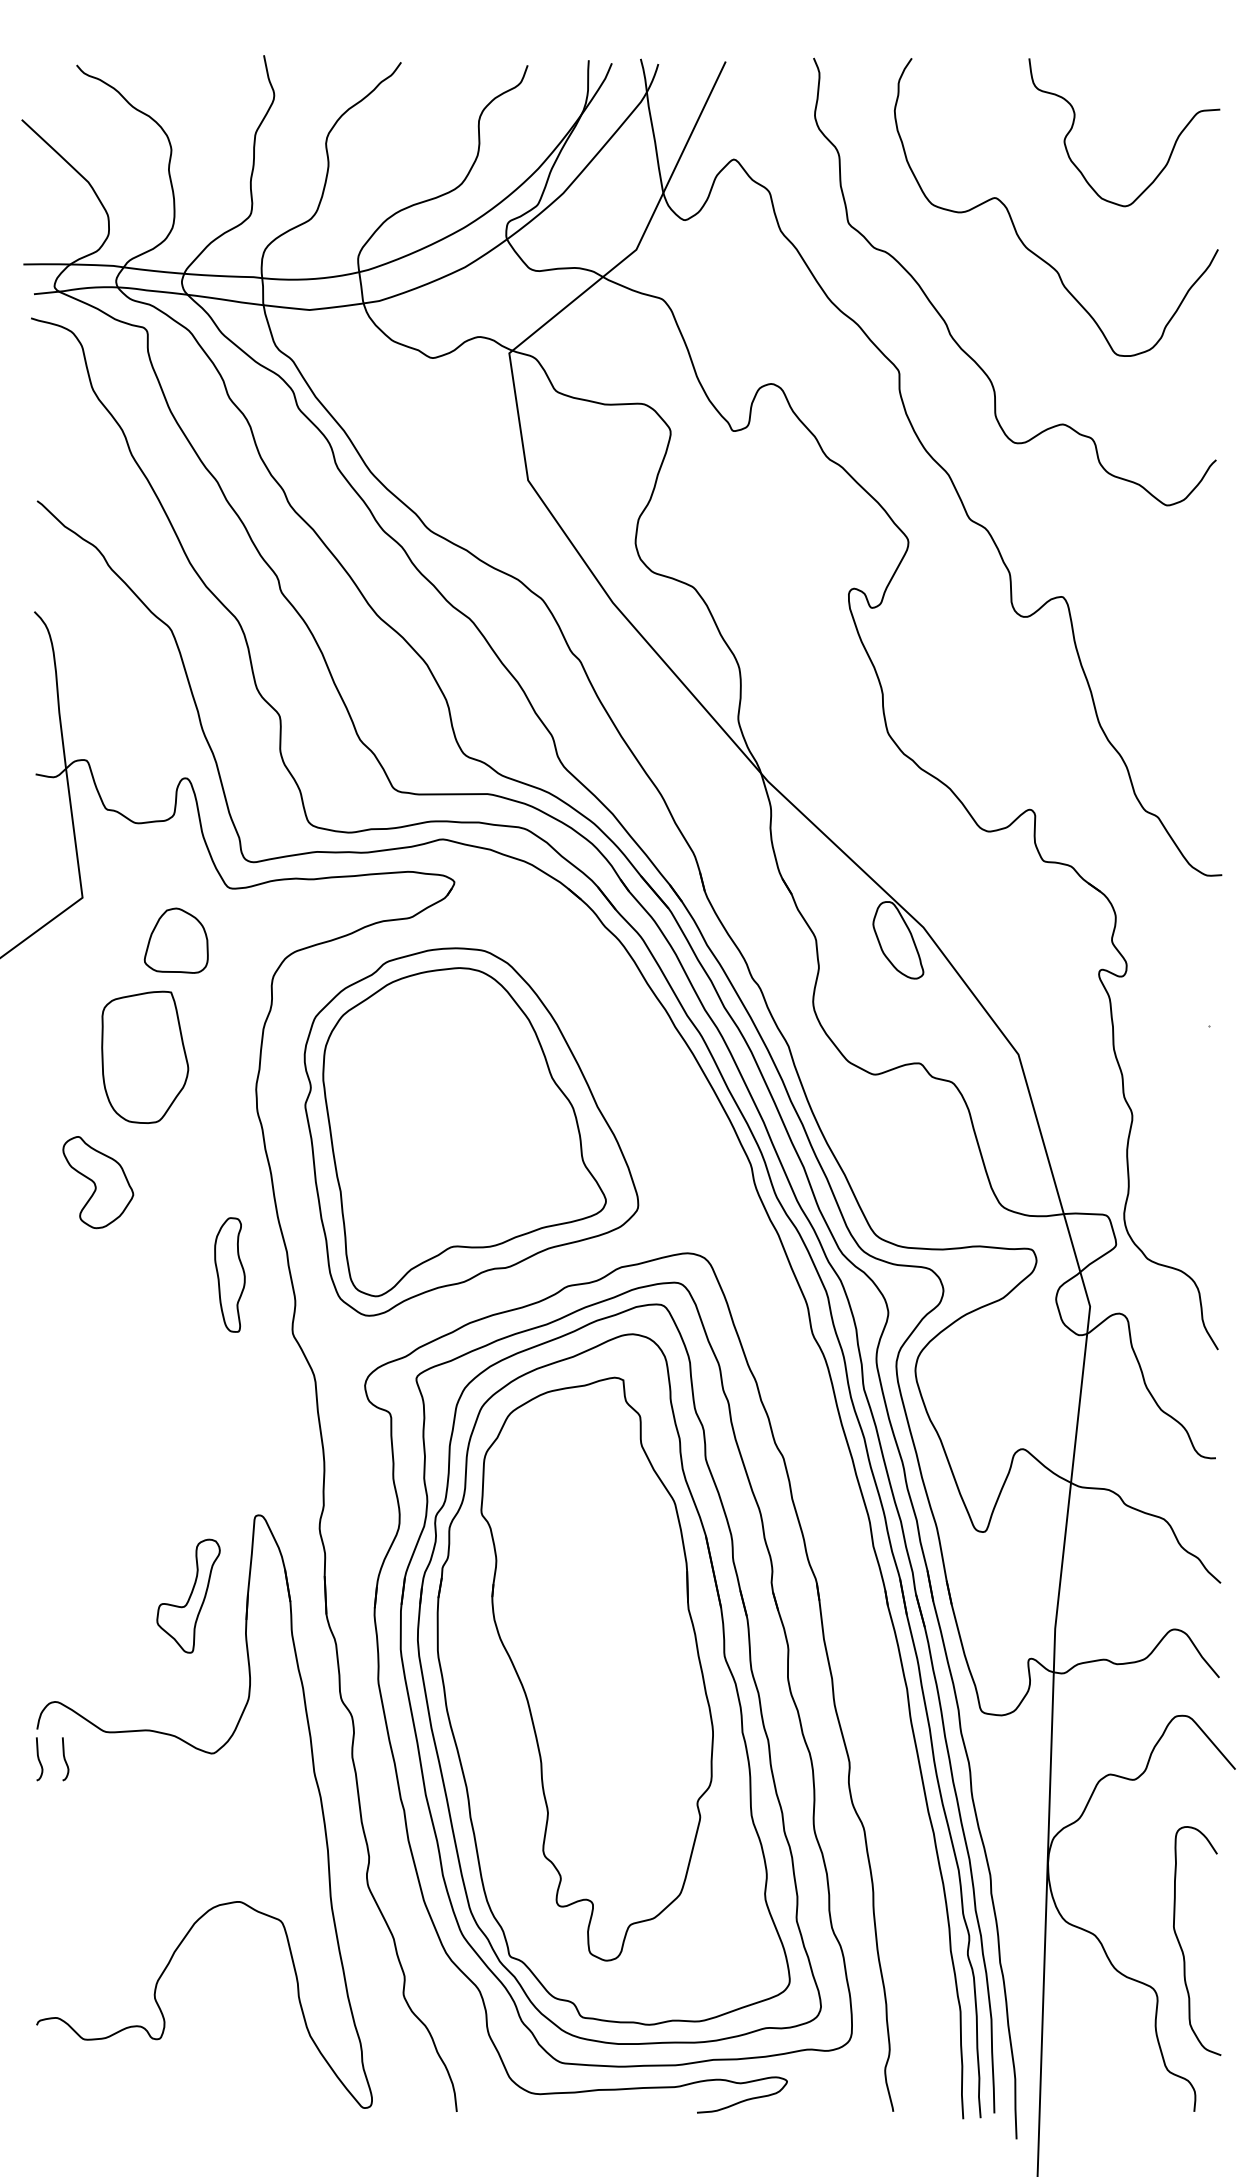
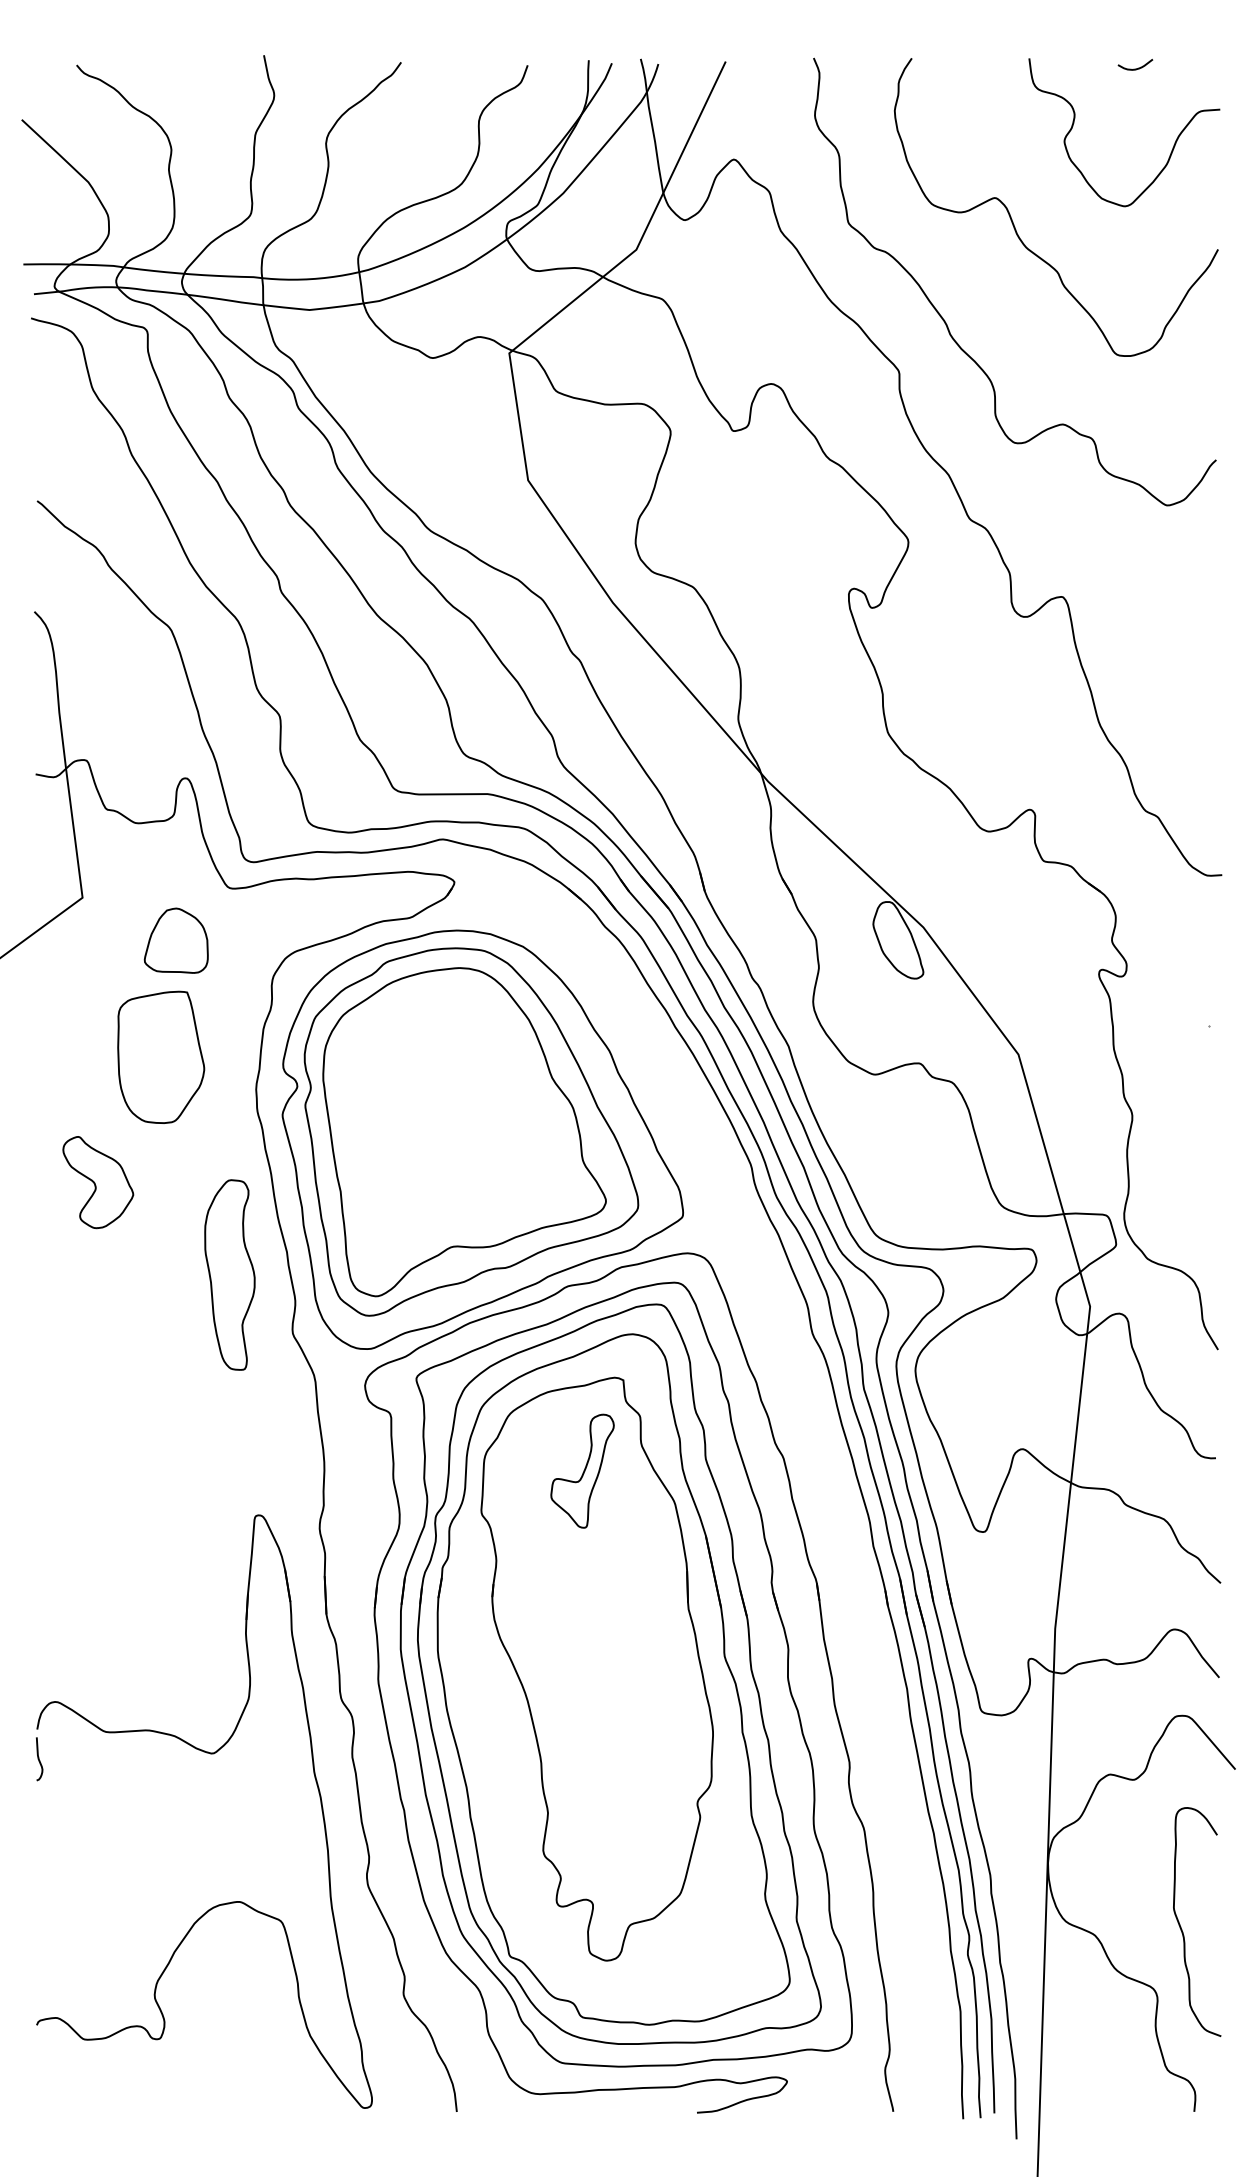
curve at (1135, 68): none -> present
part at (145, 1056) position: (145, 1056) -> (161, 1056)
part at (482, 1139): none -> present
part at (229, 1274) size: 32x116 px -> 52x192 px
part at (188, 1595) position: (188, 1595) -> (582, 1470)
curve at (65, 1759): present -> none
curve at (1181, 1945) position: (1181, 1945) -> (1181, 1926)
